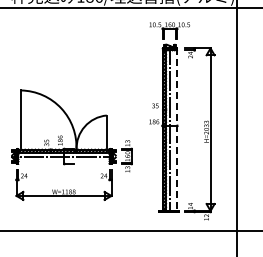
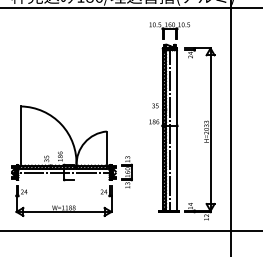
line at (236, 127) position: (236, 127) -> (230, 127)
line at (177, 130): dashed -> solid
part at (71, 144) position: (71, 144) -> (71, 160)
